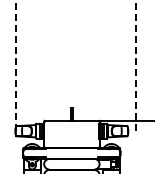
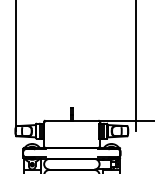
line at (15, 65): dashed -> solid
line at (136, 65): dashed -> solid
